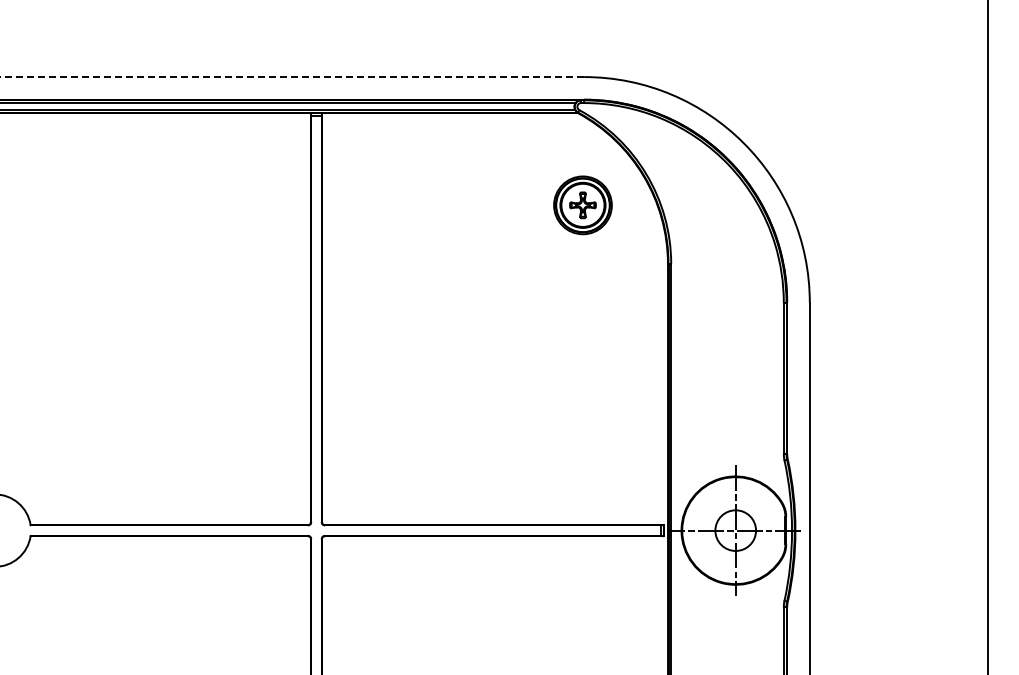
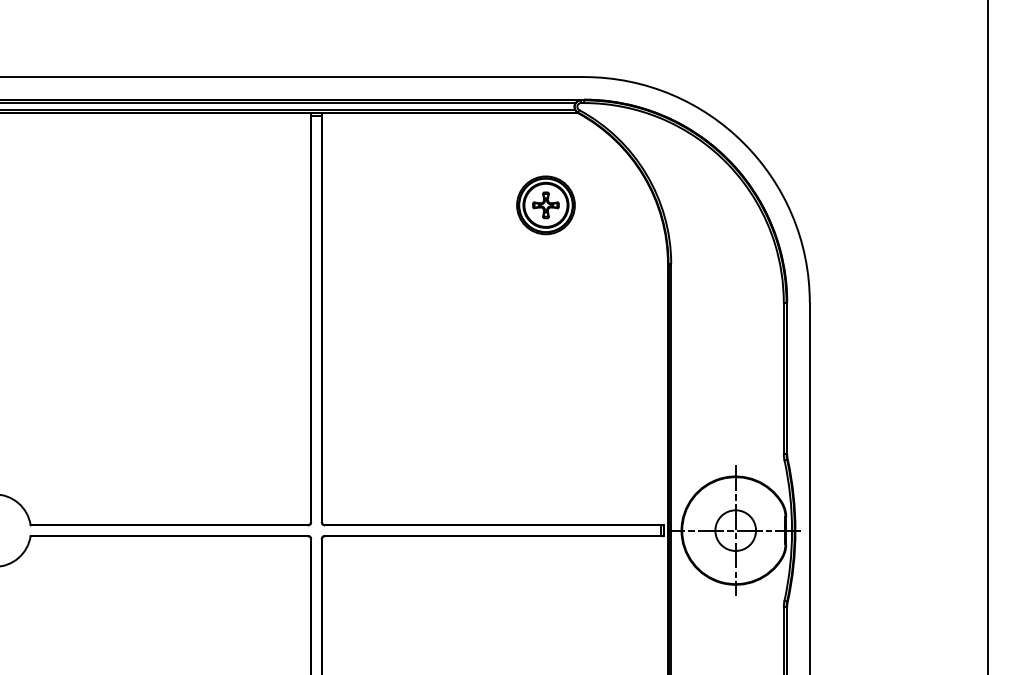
line at (292, 77): dashed -> solid
part at (582, 205) position: (582, 205) -> (545, 205)
